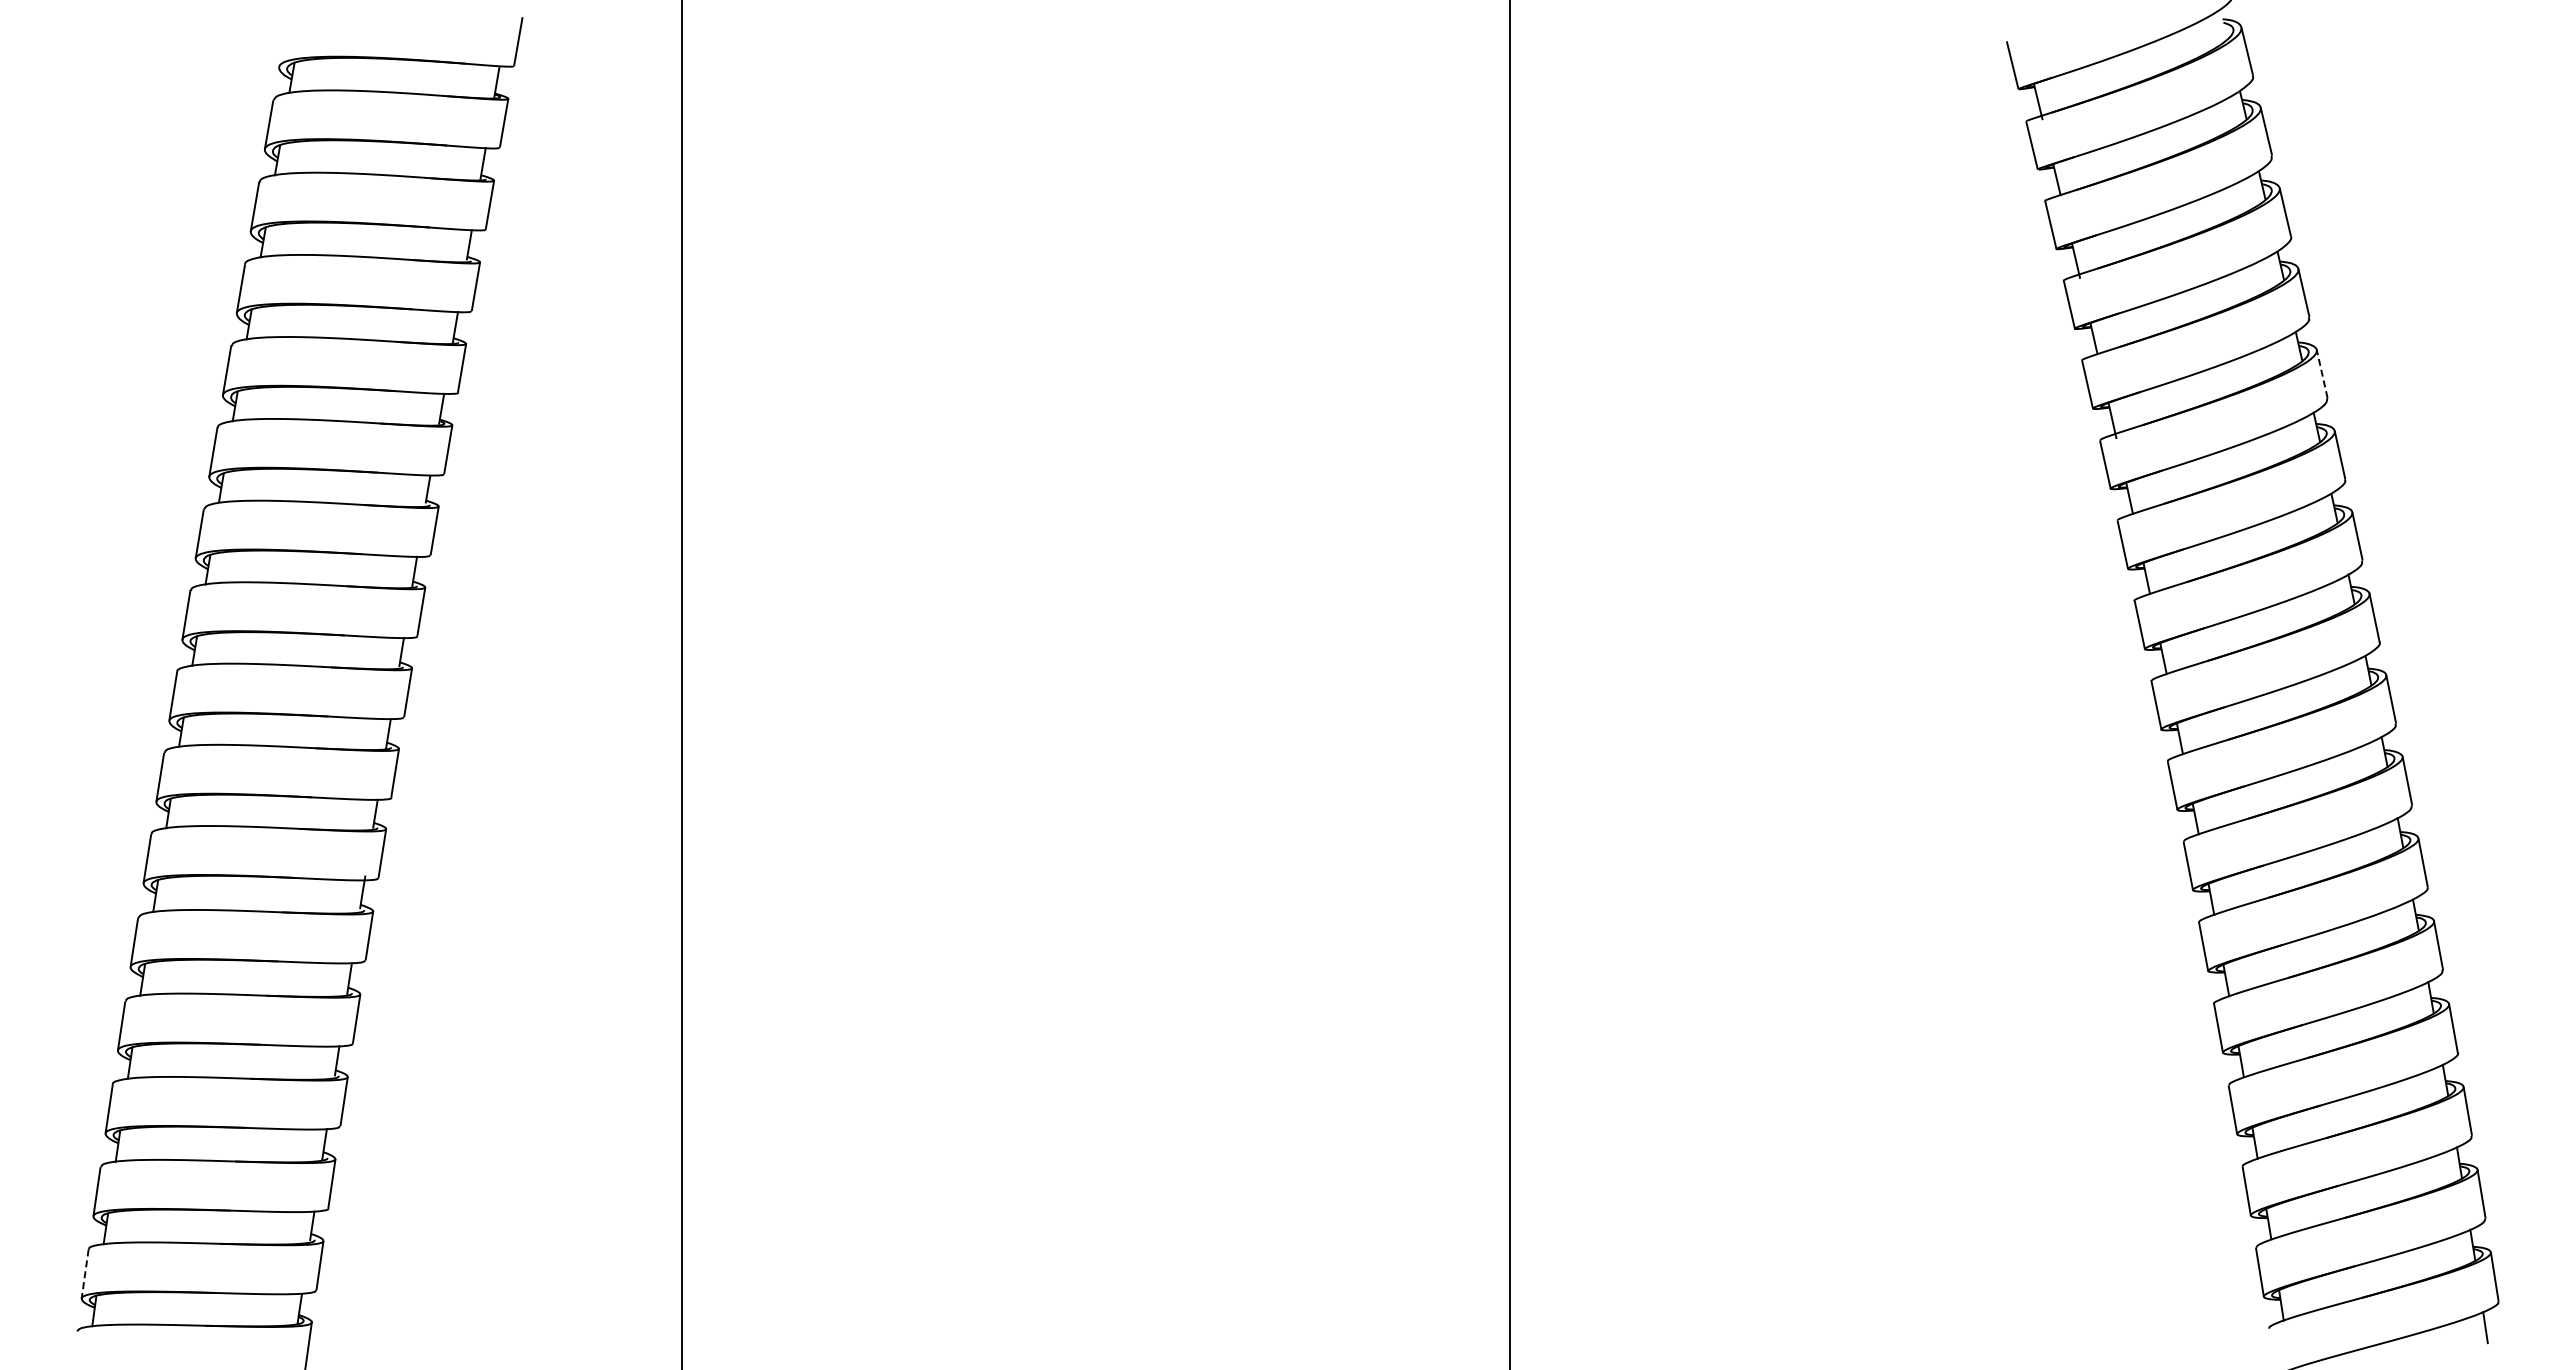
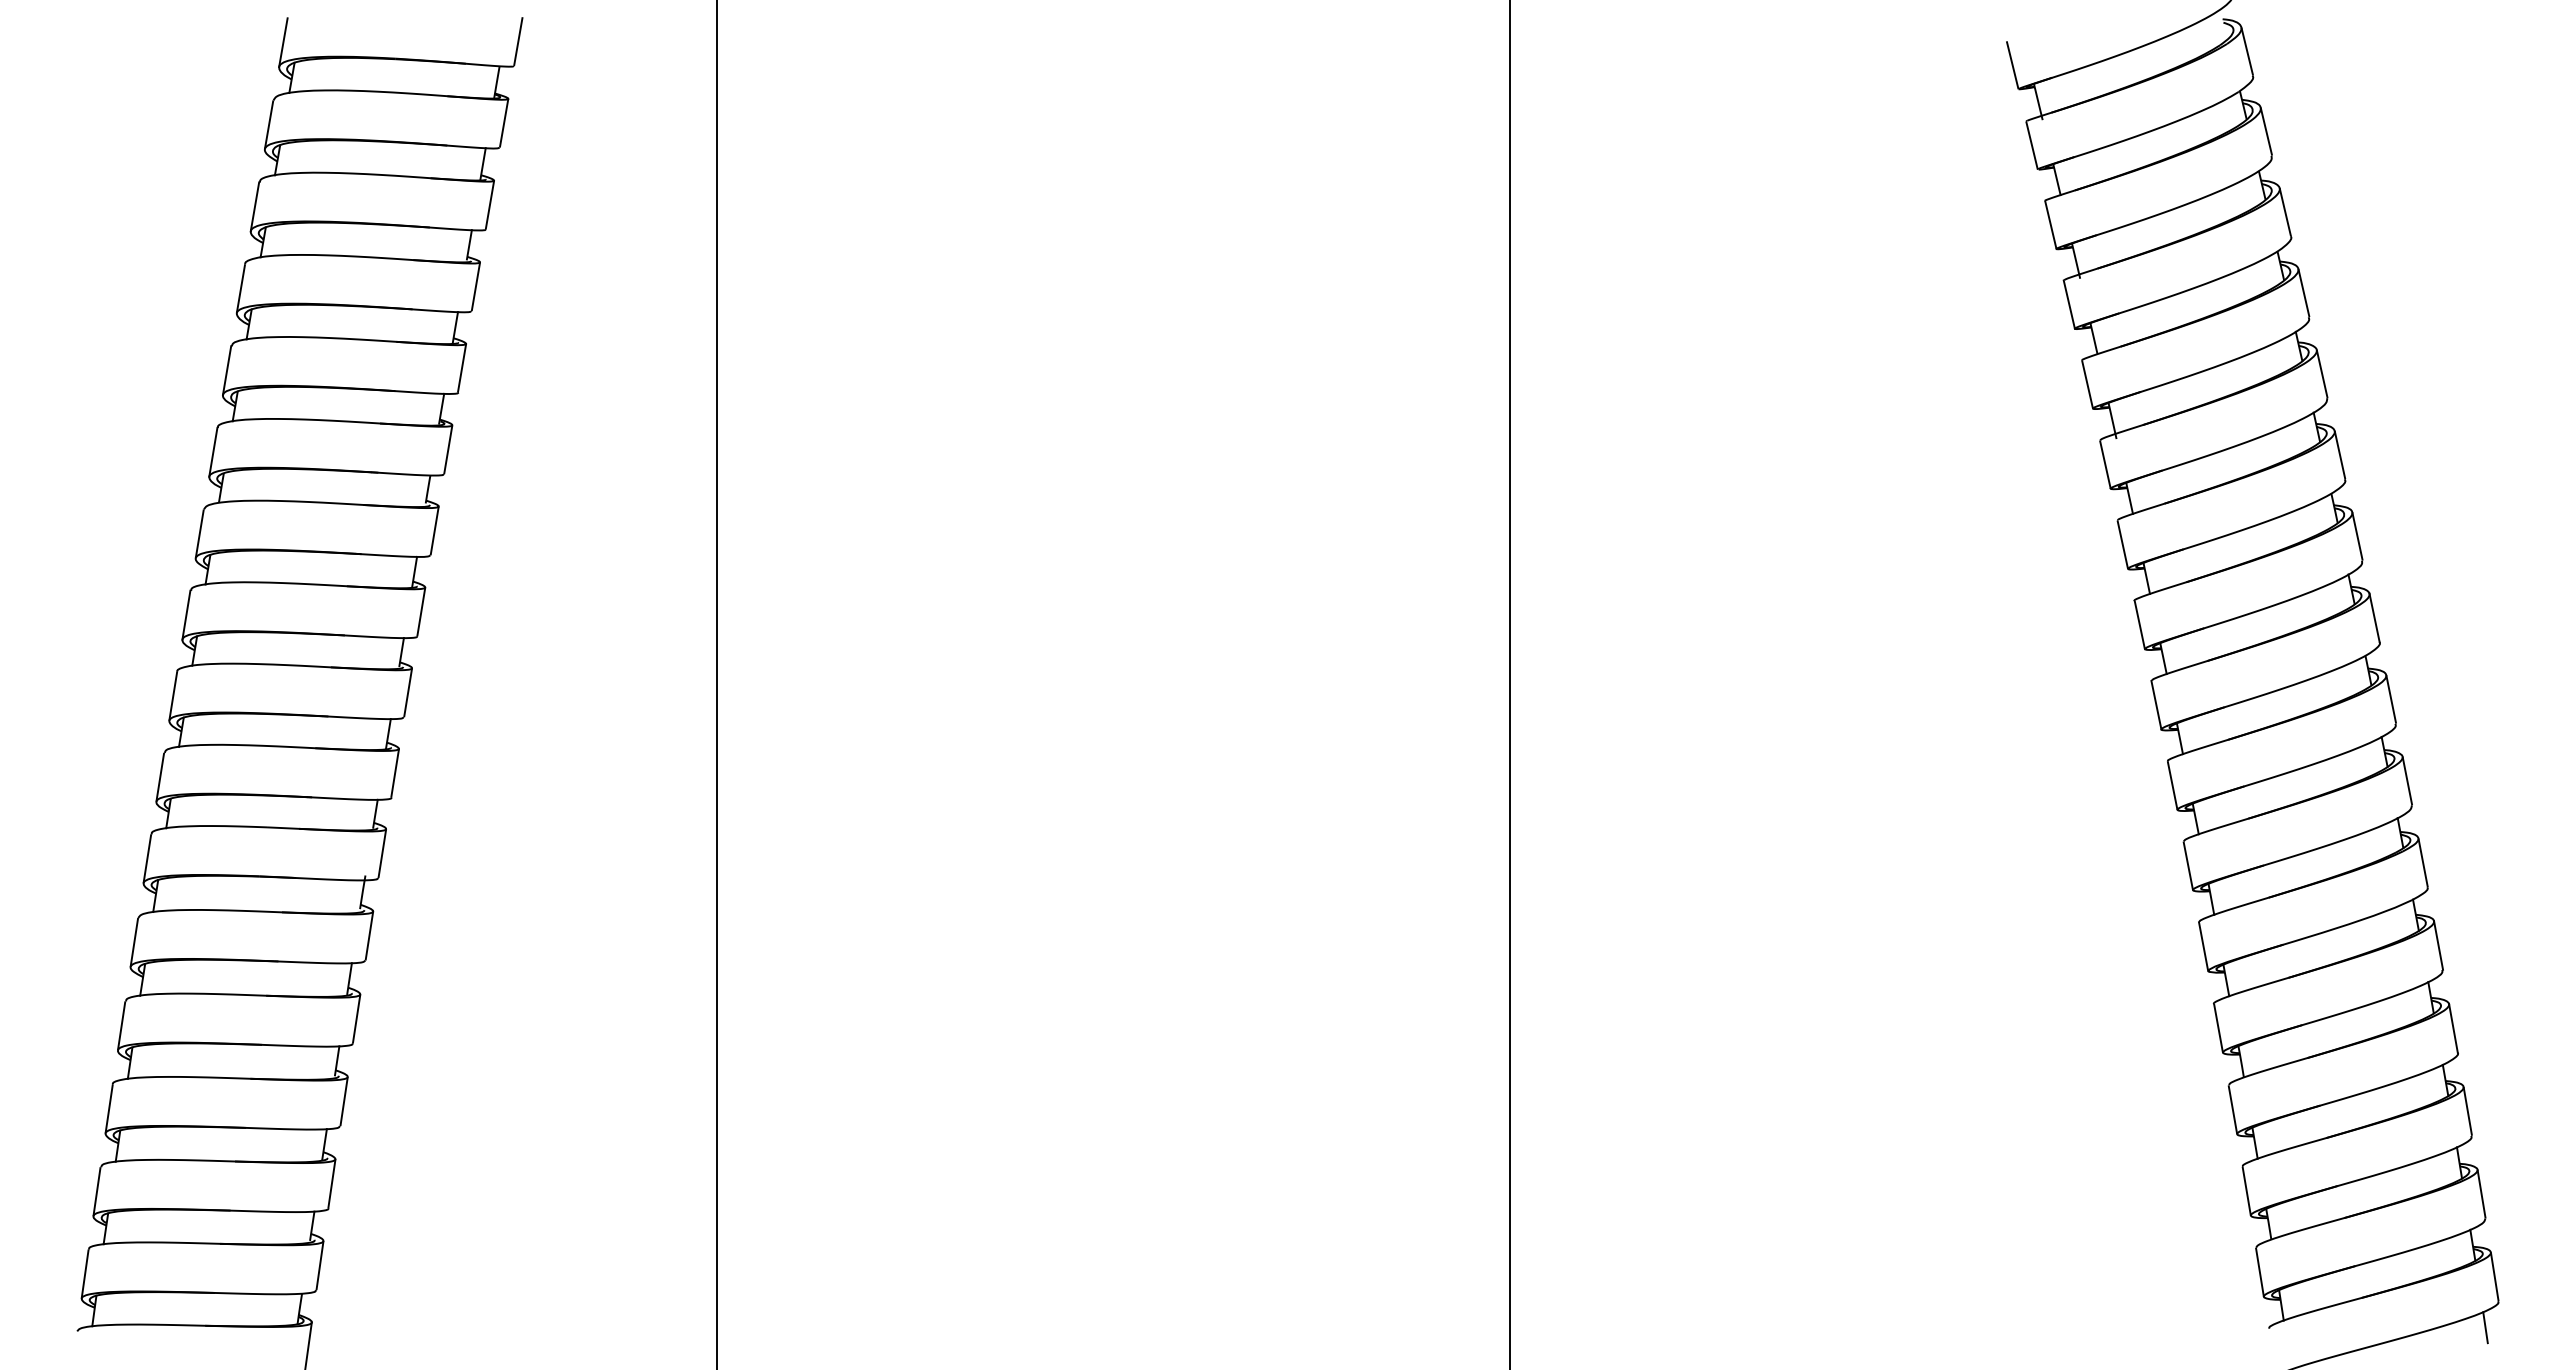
line at (283, 42): none -> present
line at (2322, 373): dashed -> solid
line at (681, 684) position: (681, 684) -> (716, 684)
line at (85, 1274): dashed -> solid
